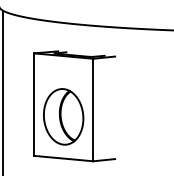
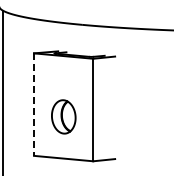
line at (34, 105): solid -> dashed
part at (63, 116) size: 42x58 px -> 26x36 px
